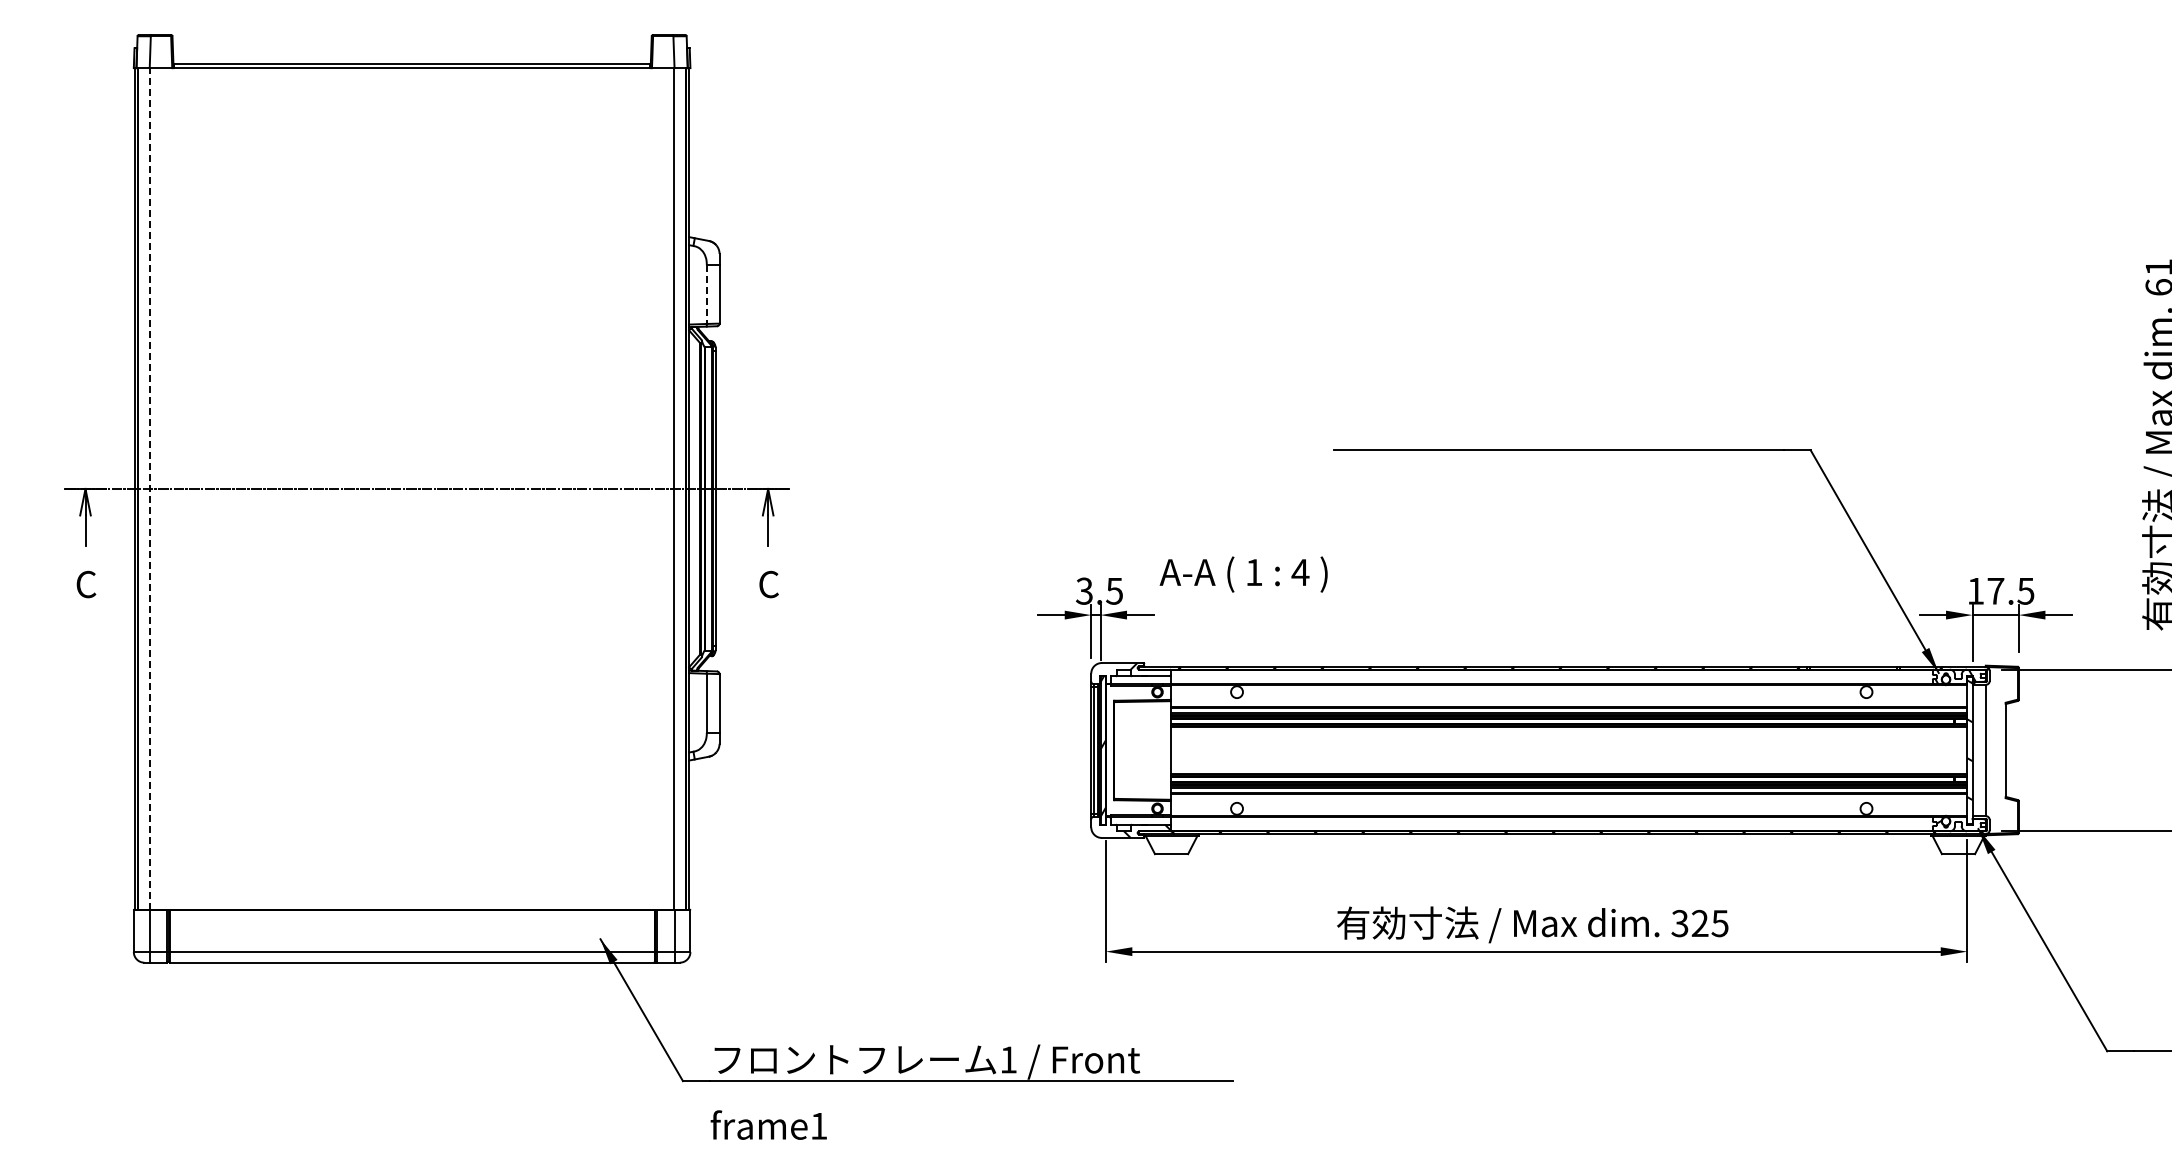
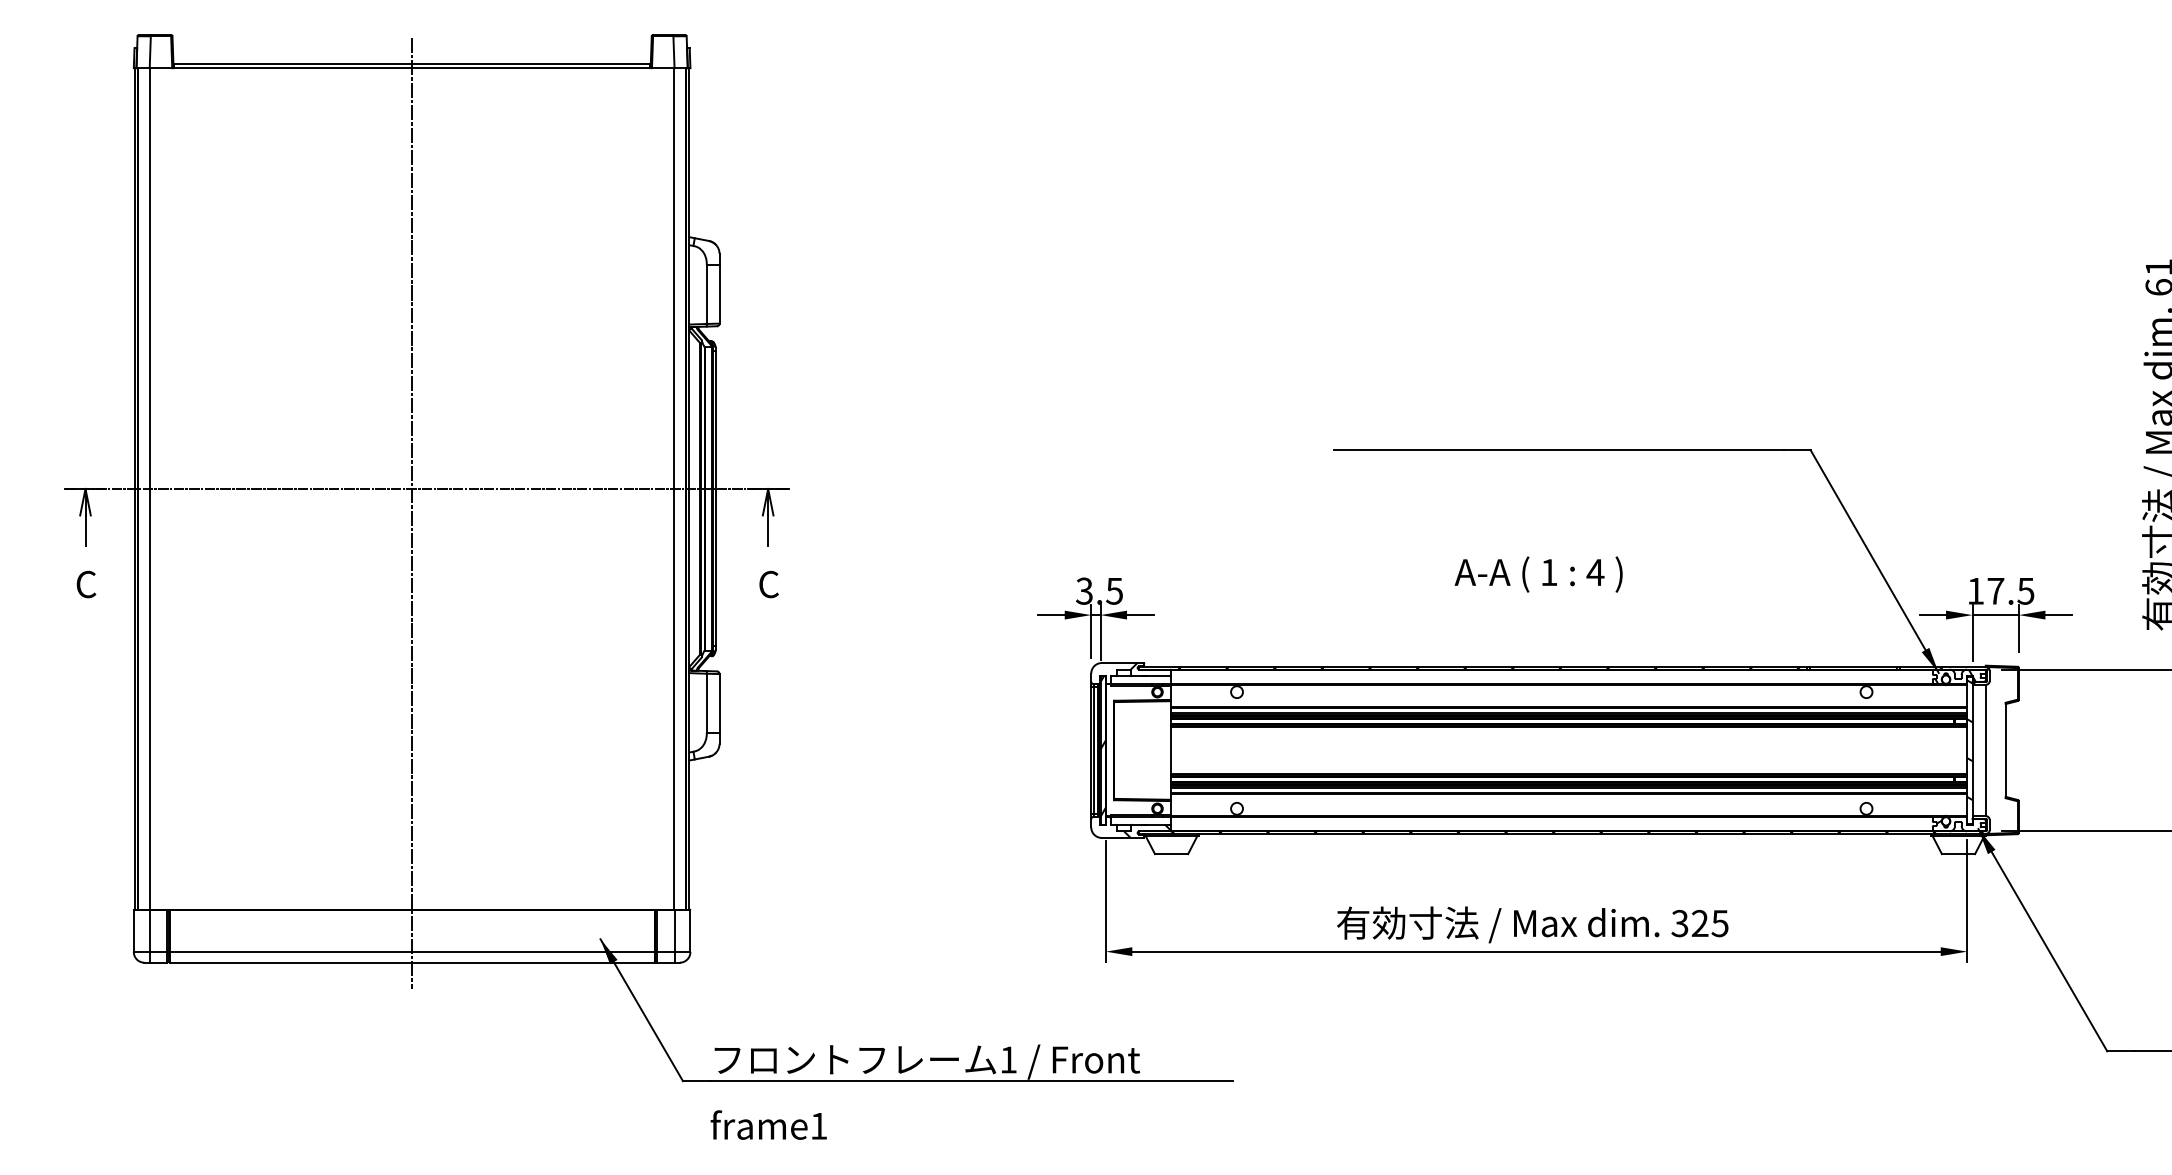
line at (706, 294): dashed -> solid
line at (150, 488): dashed -> solid
line at (412, 513): none -> present
text at (1243, 574) position: (1243, 574) -> (1538, 574)
